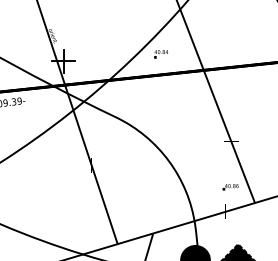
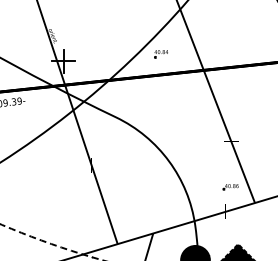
circle at (52, 242): solid -> dashed
